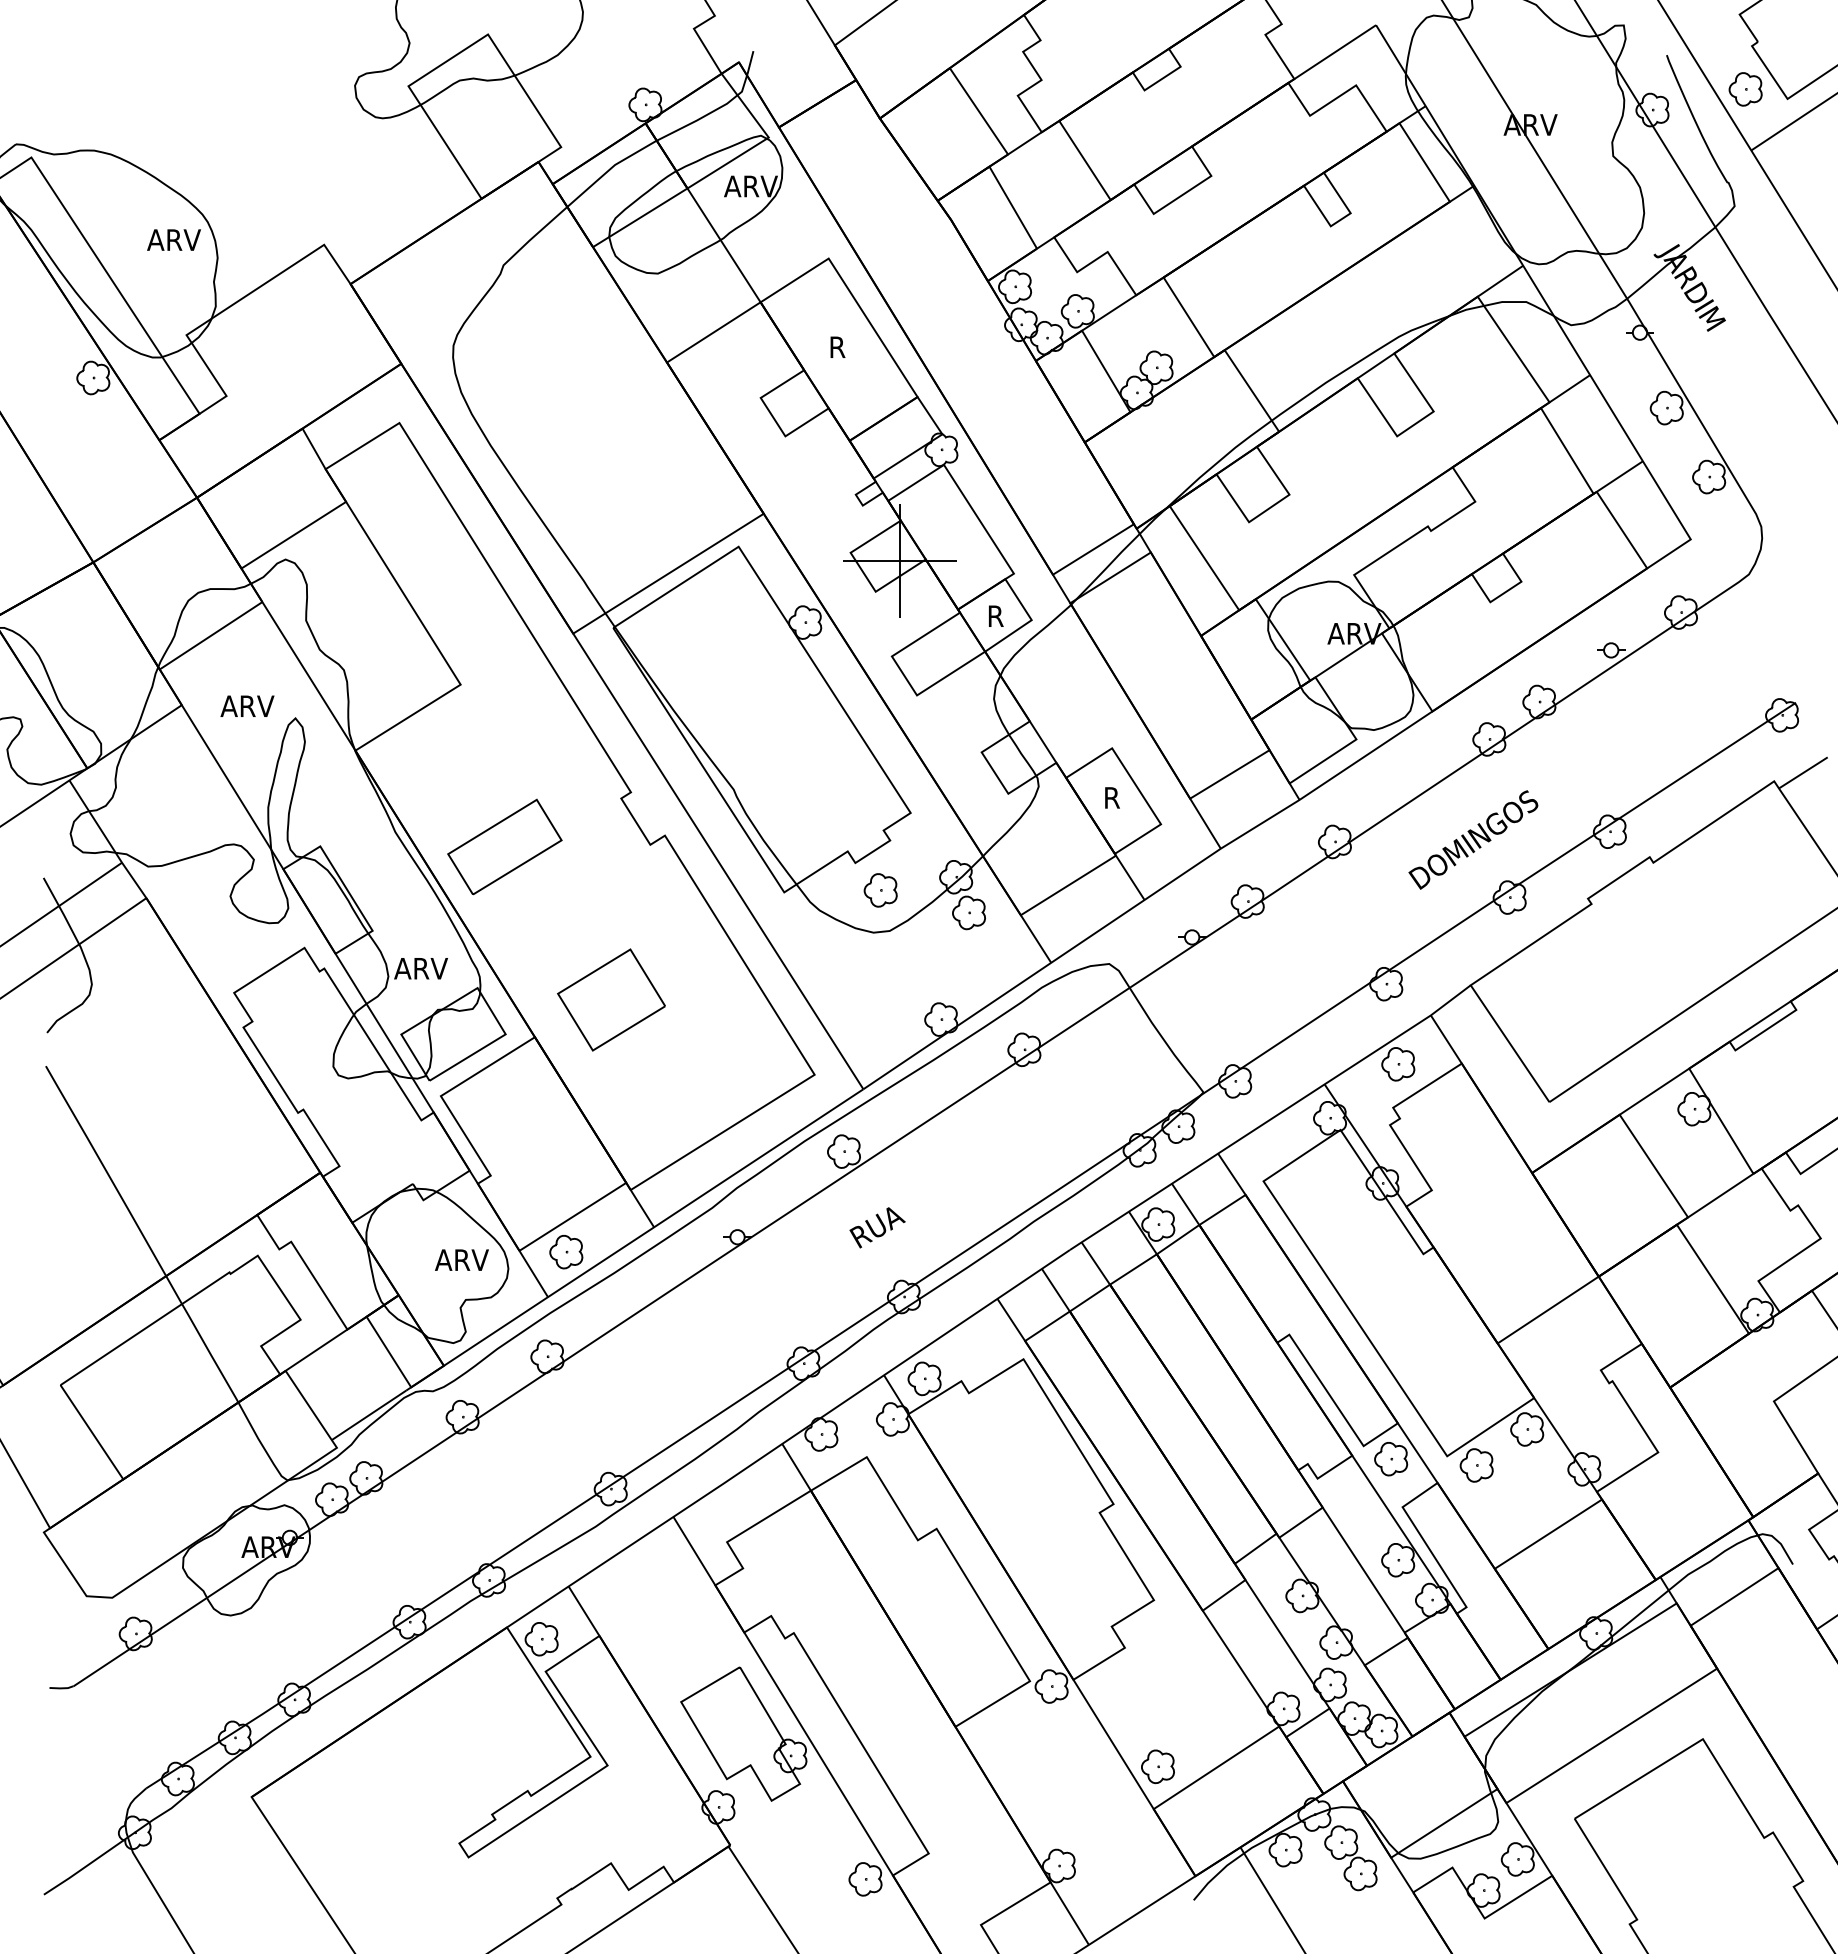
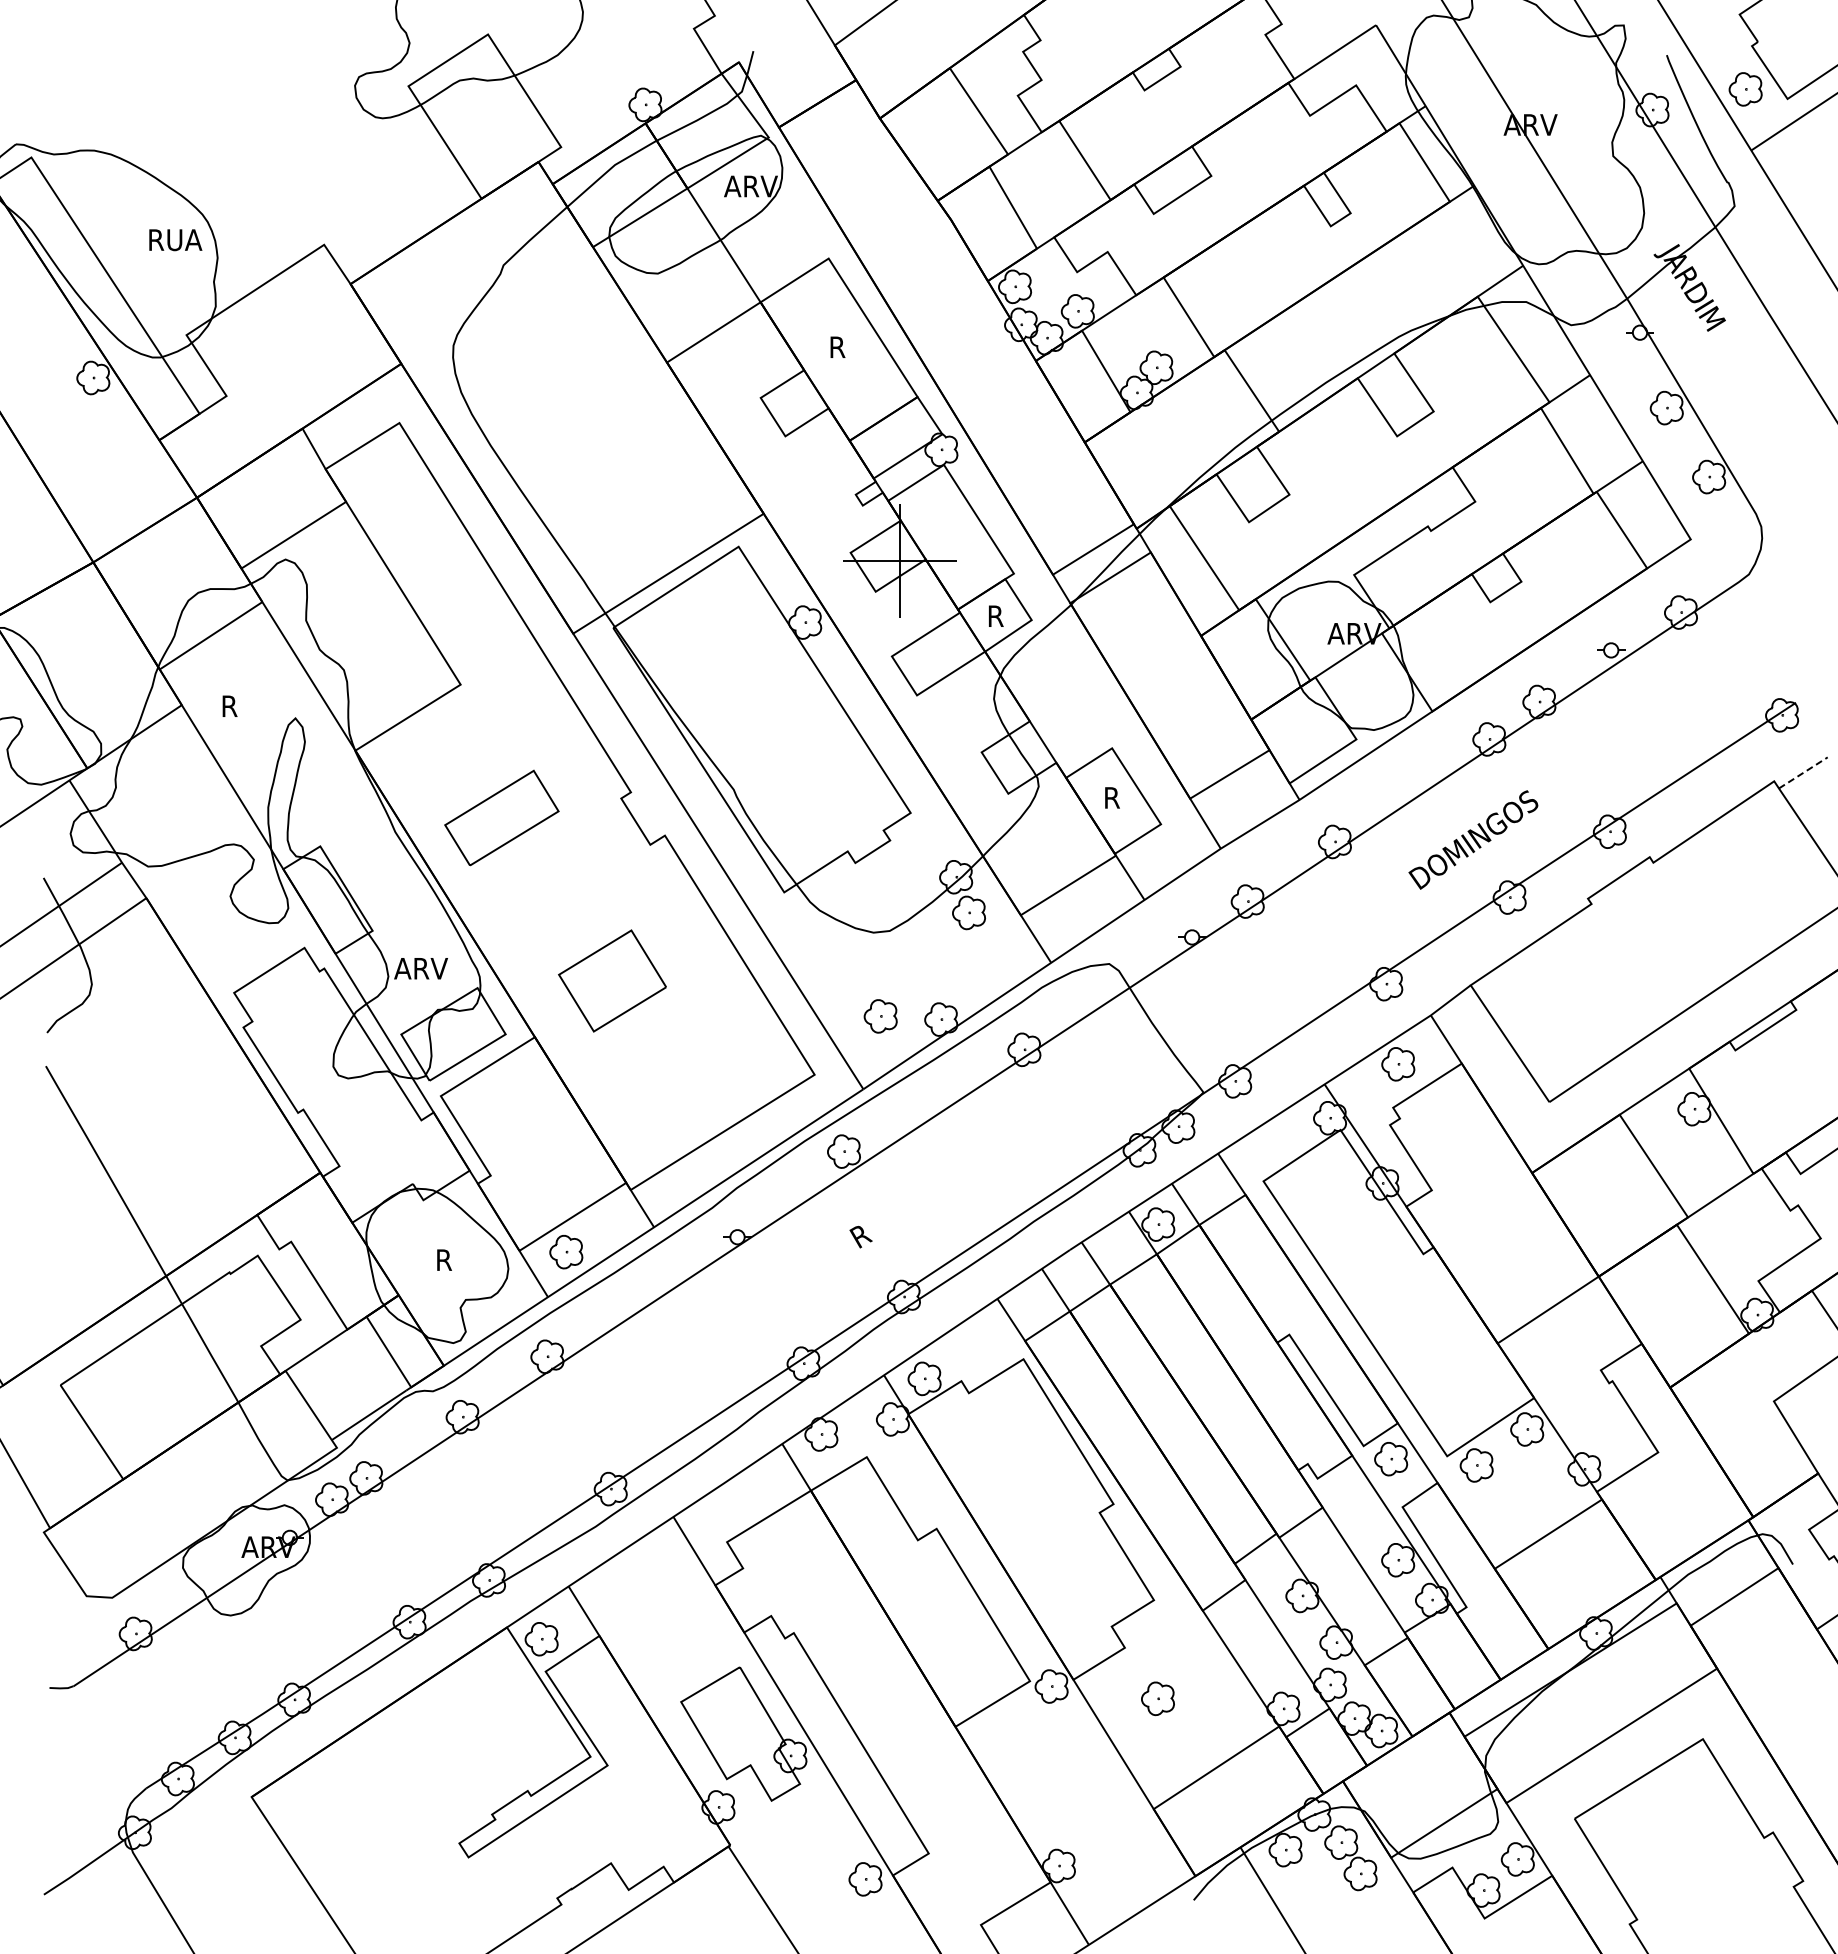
text at (174, 240): ARV -> RUA
text at (247, 705): ARV -> R
line at (1803, 772): solid -> dashed
part at (504, 846) position: (504, 846) -> (501, 817)
part at (880, 890) position: (880, 890) -> (880, 1016)
part at (611, 999) position: (611, 999) -> (612, 980)
text at (885, 1222): RUA -> R
text at (461, 1259): ARV -> R
part at (1157, 1766) position: (1157, 1766) -> (1157, 1698)
